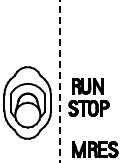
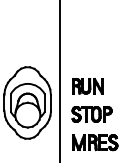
line at (59, 81): dashed -> solid
part at (88, 108) position: (88, 108) -> (91, 114)
part at (95, 149) position: (95, 149) -> (95, 142)
